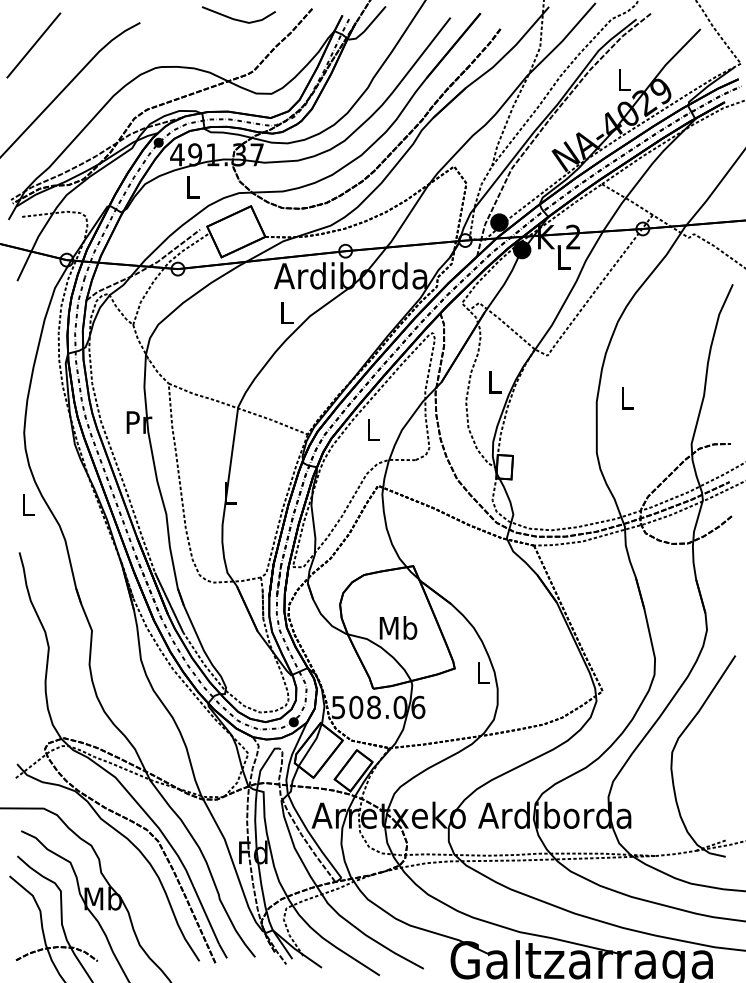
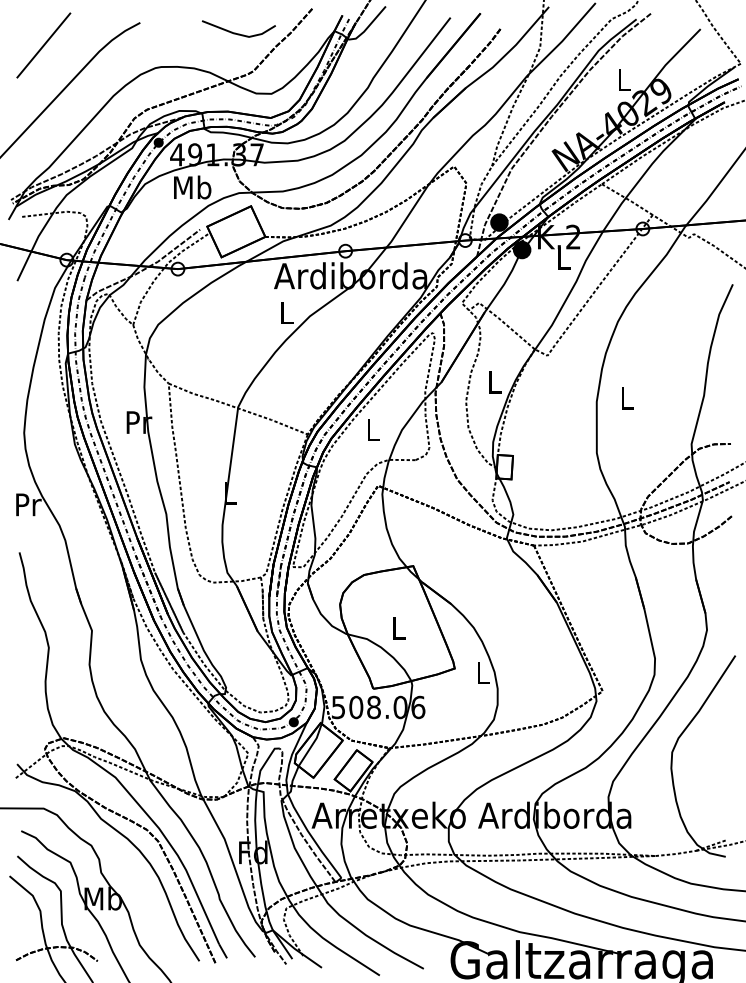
line at (235, 18) position: (235, 18) -> (235, 32)
line at (33, 45) position: (33, 45) -> (43, 45)
text at (192, 187): L -> Mb
text at (28, 504): L -> Pr
text at (398, 627): Mb -> L
